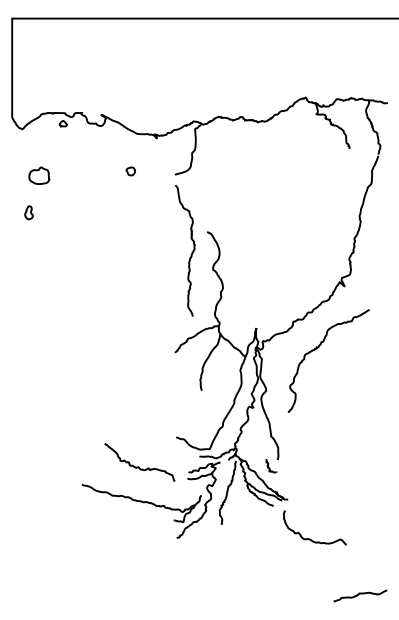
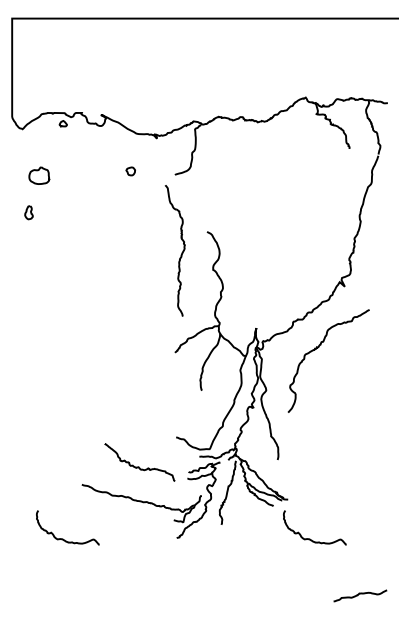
part at (191, 252) position: (191, 252) -> (181, 252)
curve at (269, 466): present -> none
curve at (63, 538): none -> present
